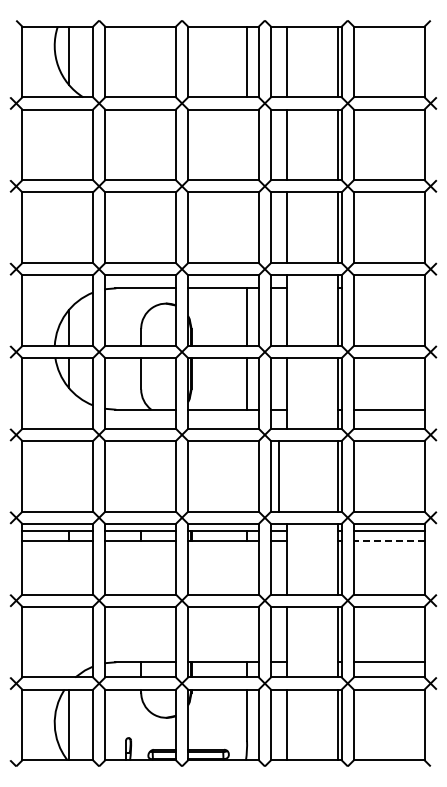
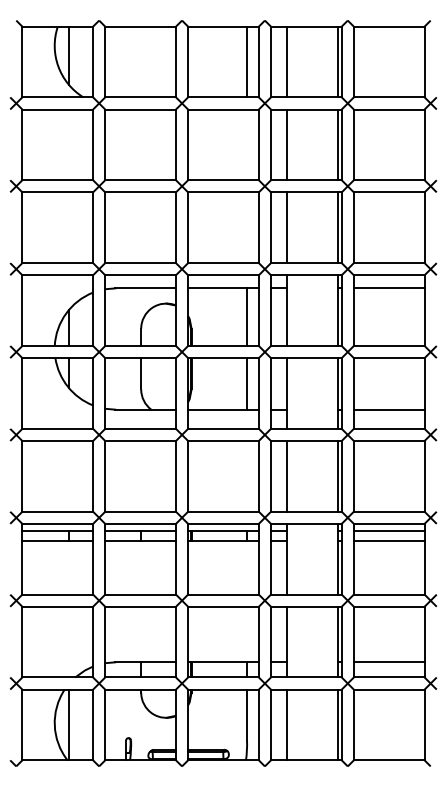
line at (388, 288): none -> present
line at (279, 475) position: (279, 475) -> (287, 475)
line at (388, 541): dashed -> solid
